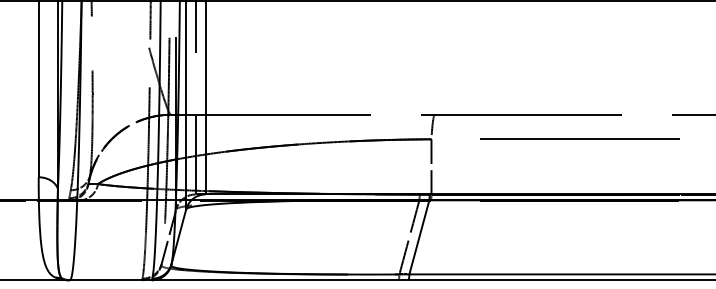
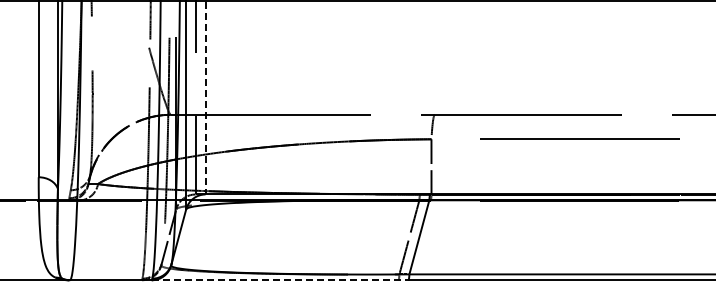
line at (205, 97): solid -> dashed
line at (280, 280): solid -> dashed
